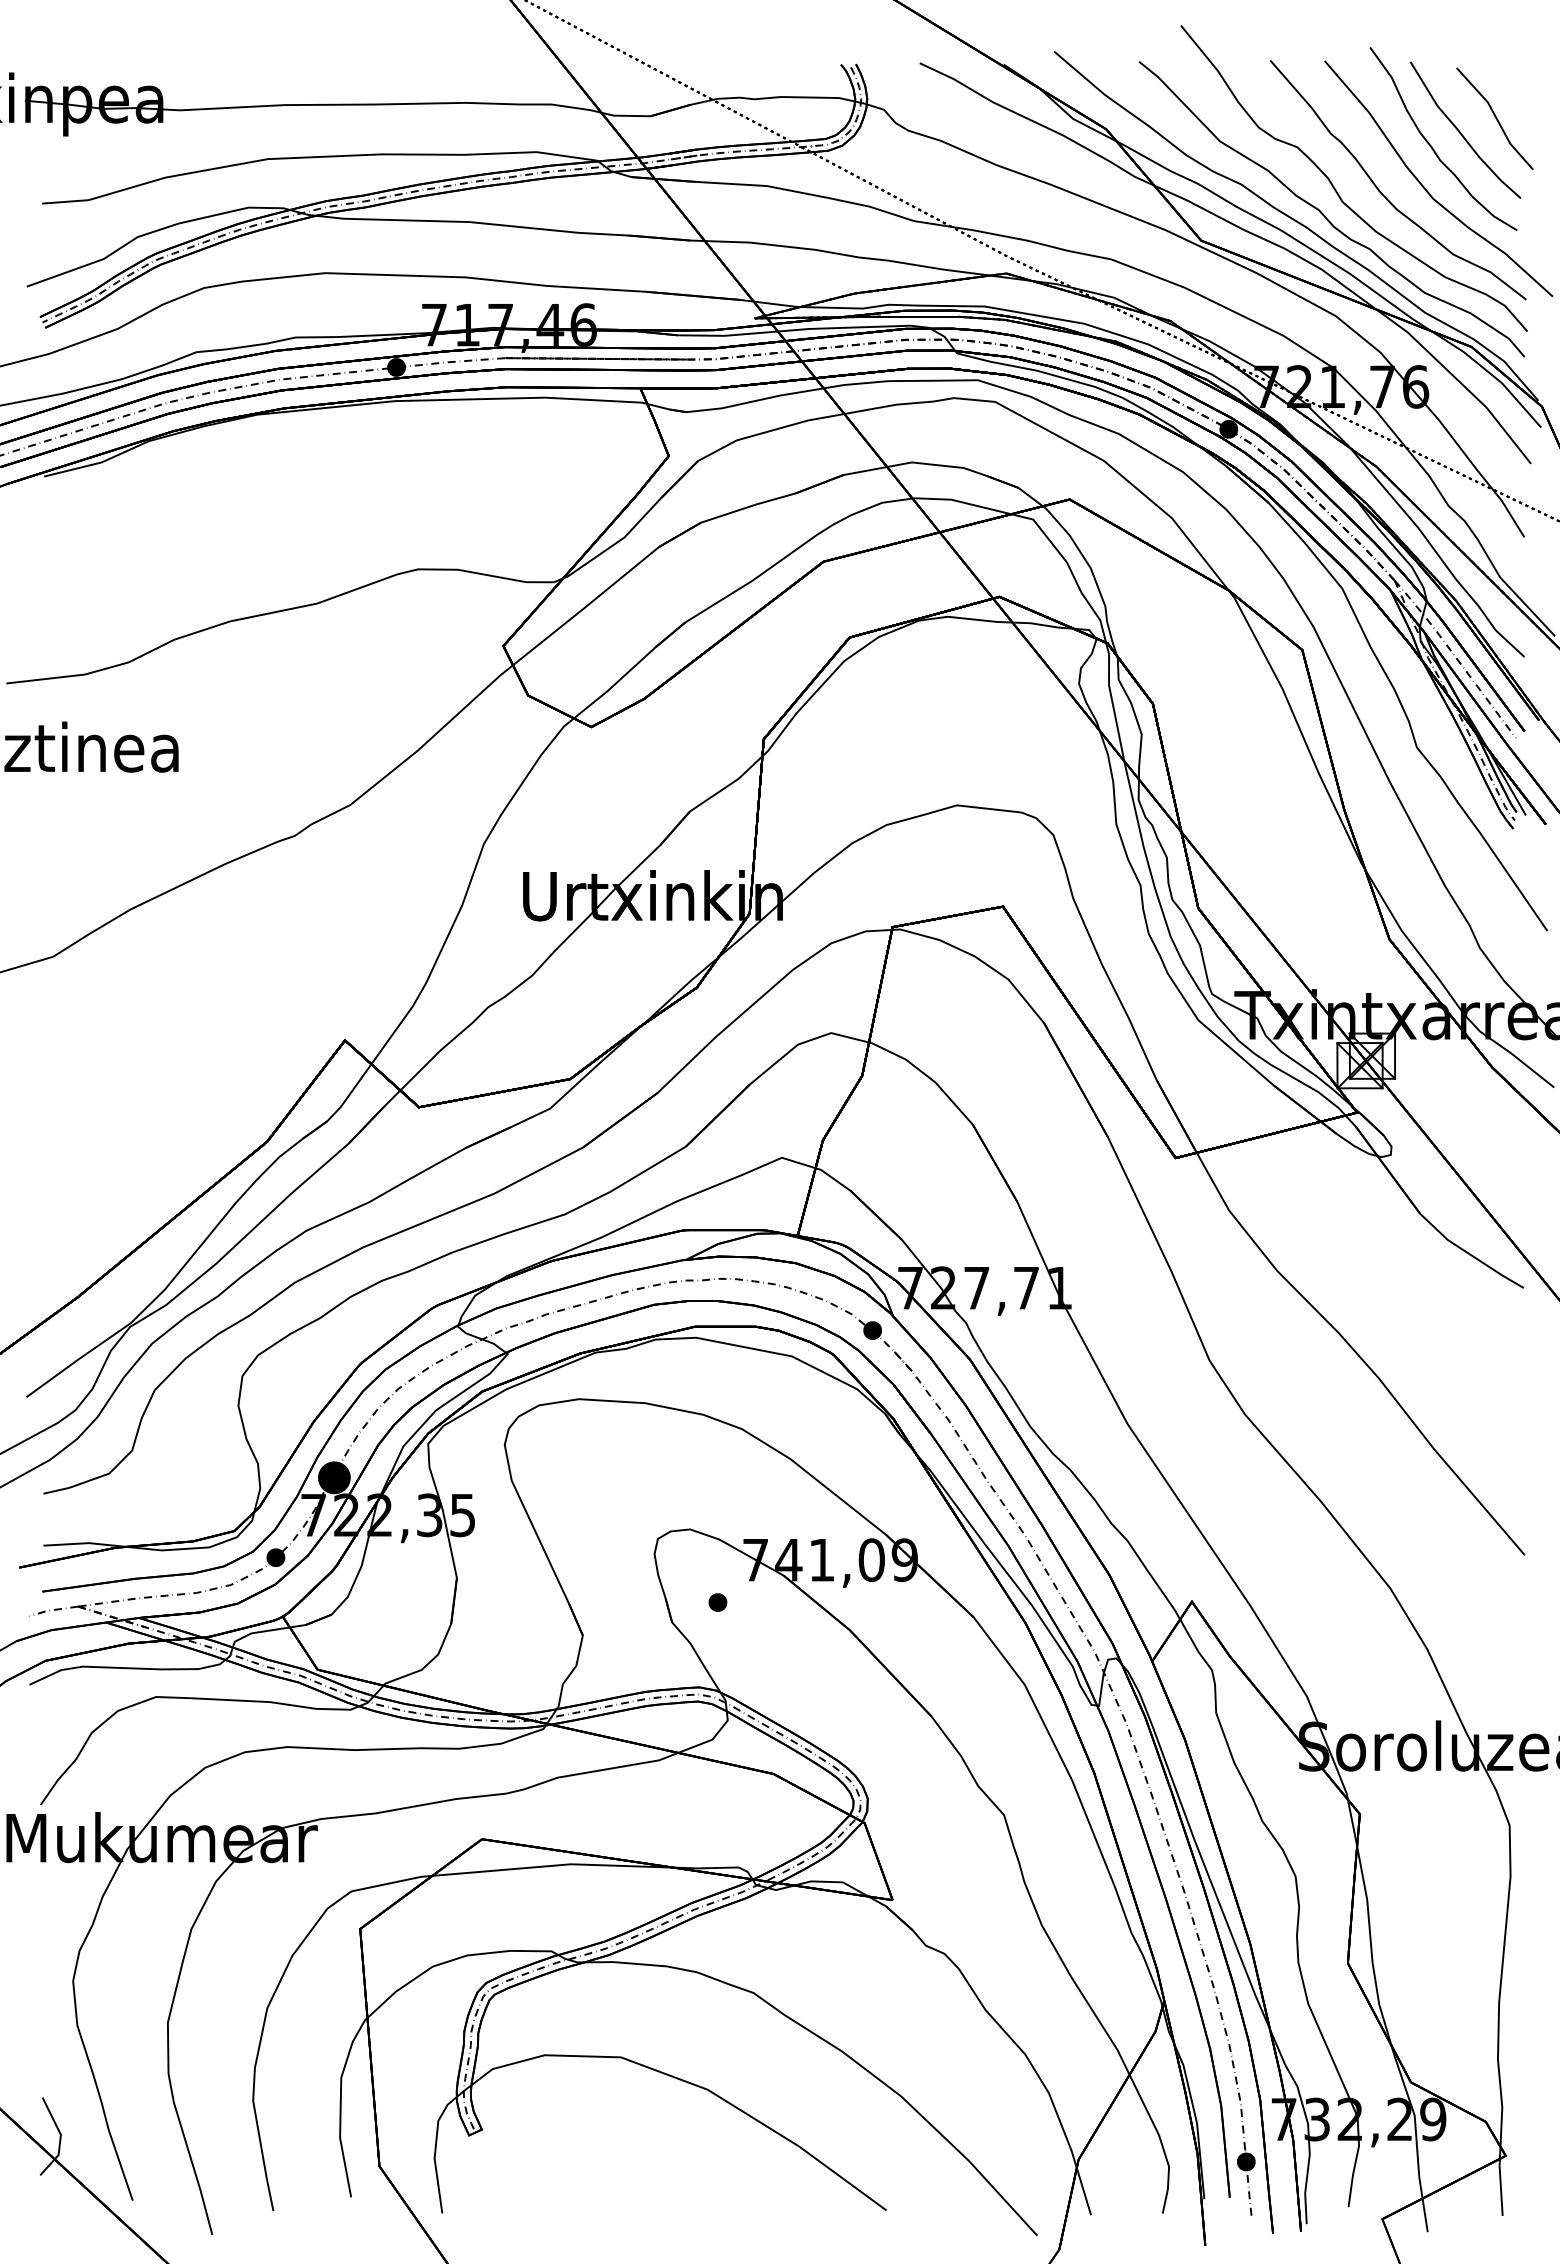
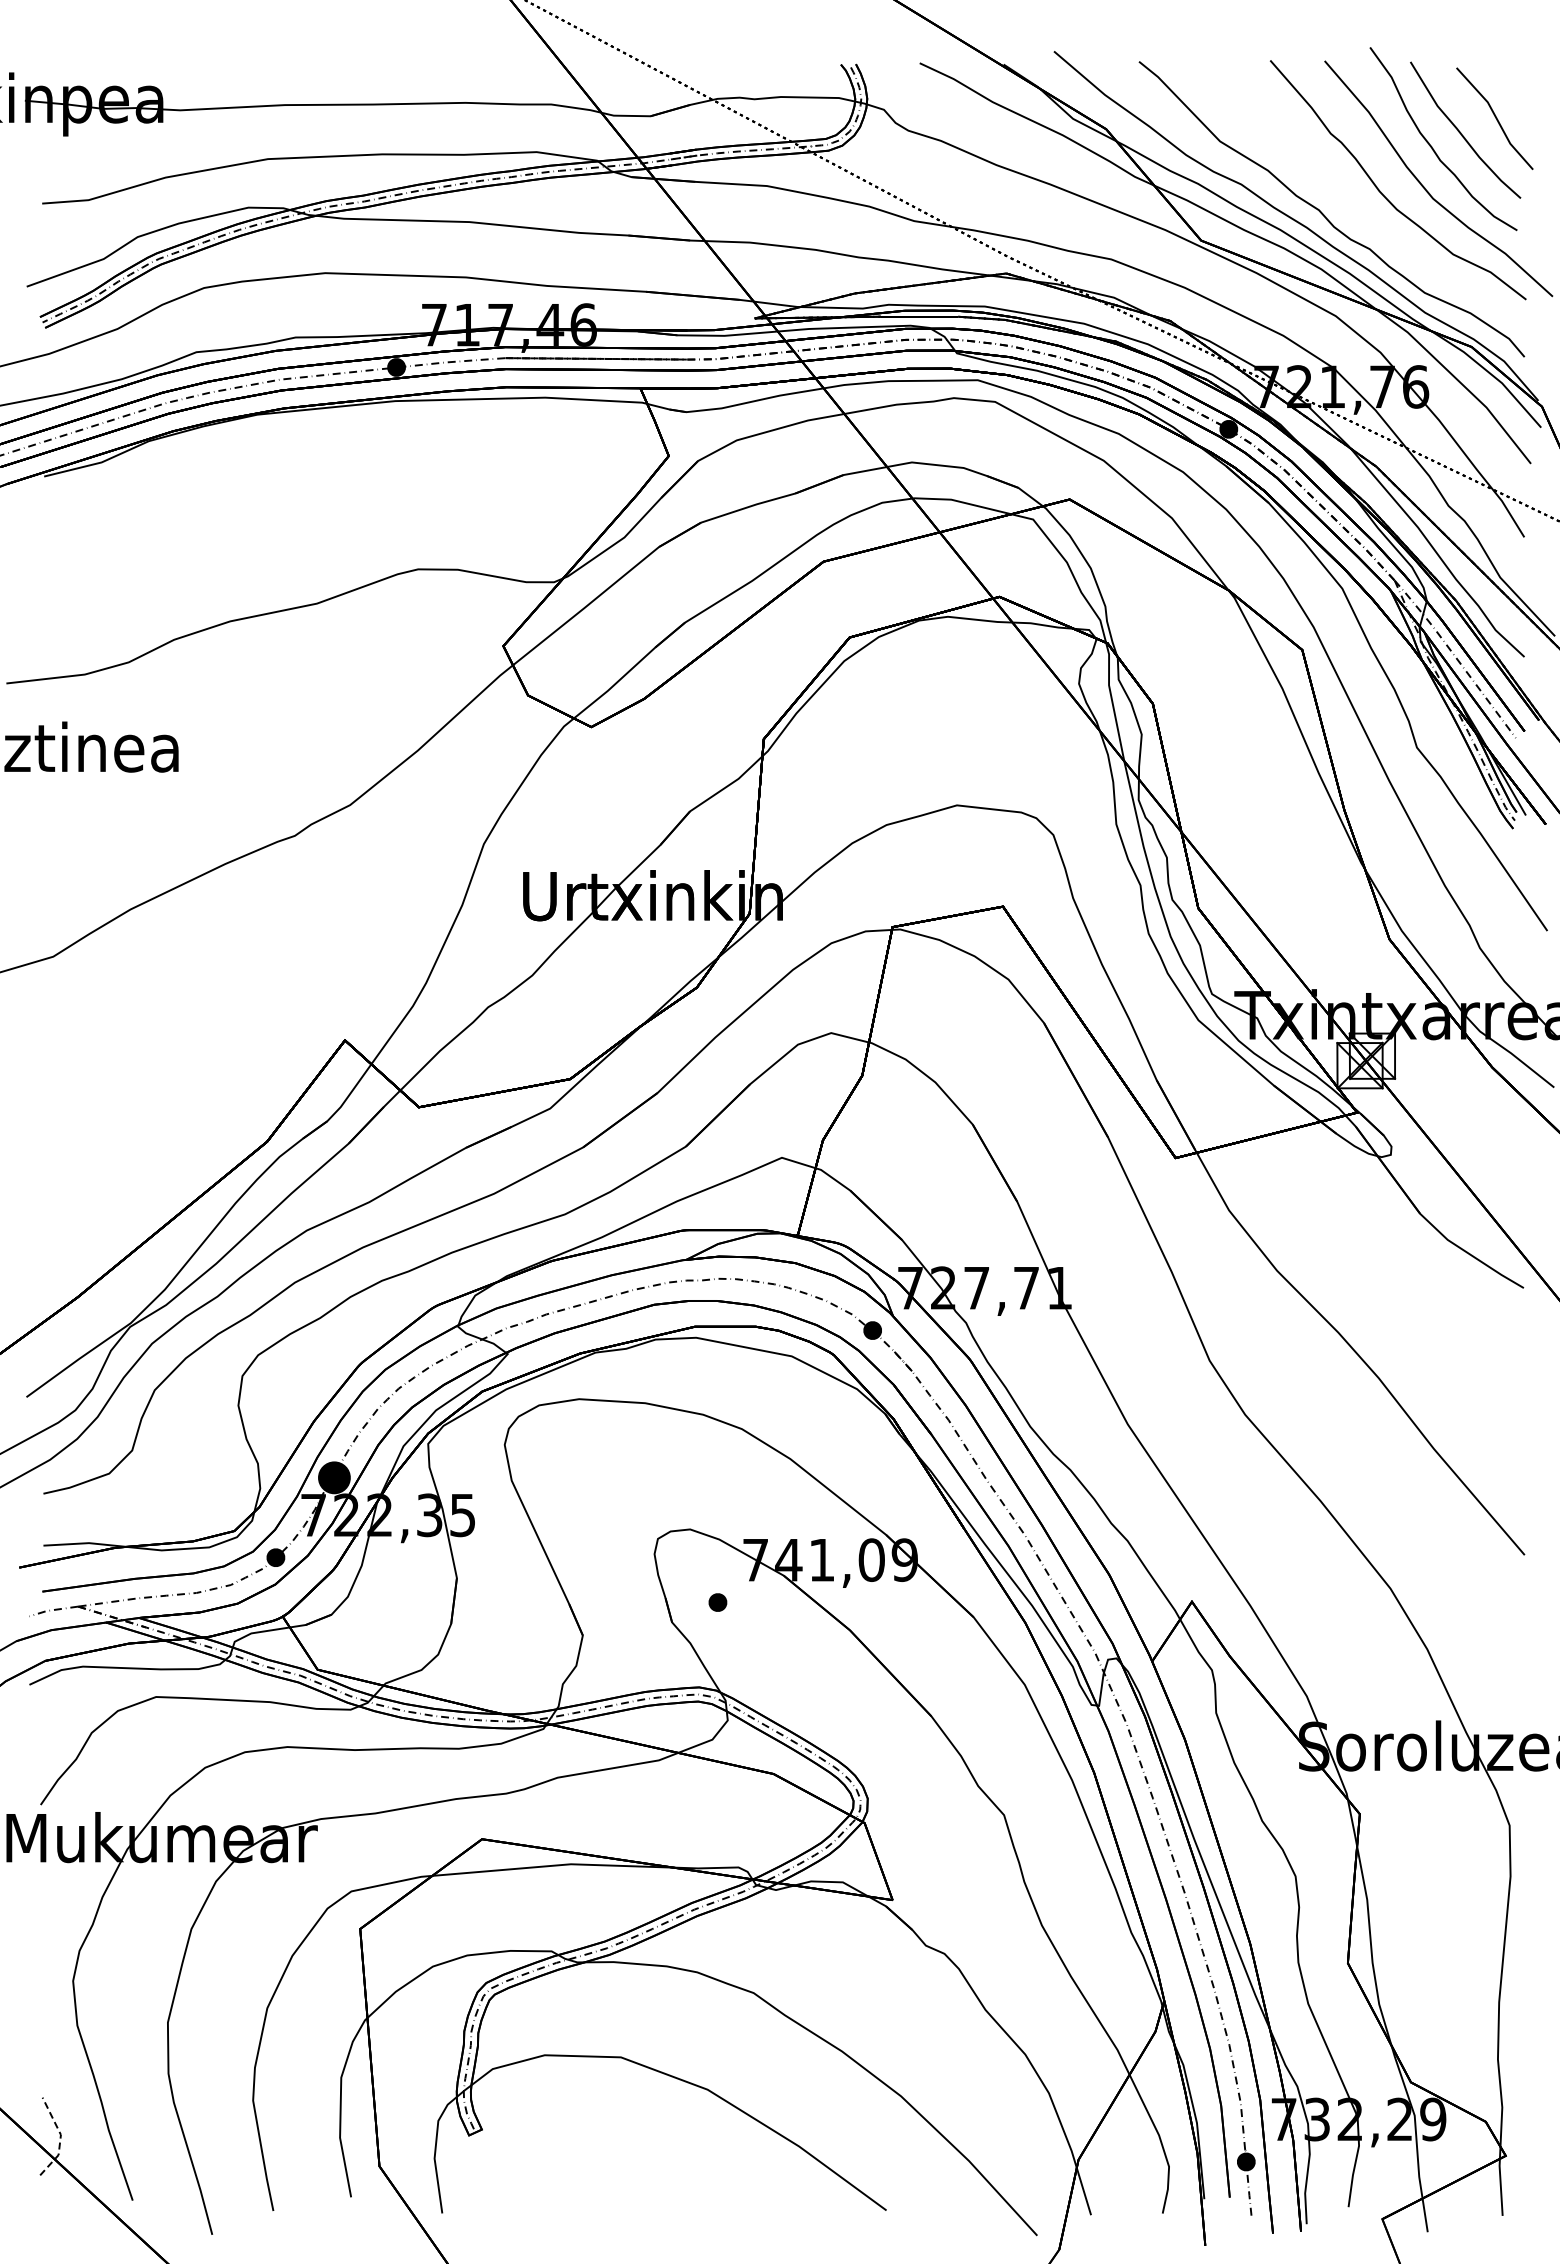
curve at (1336, 189): present -> none
line at (60, 2137): solid -> dashed
